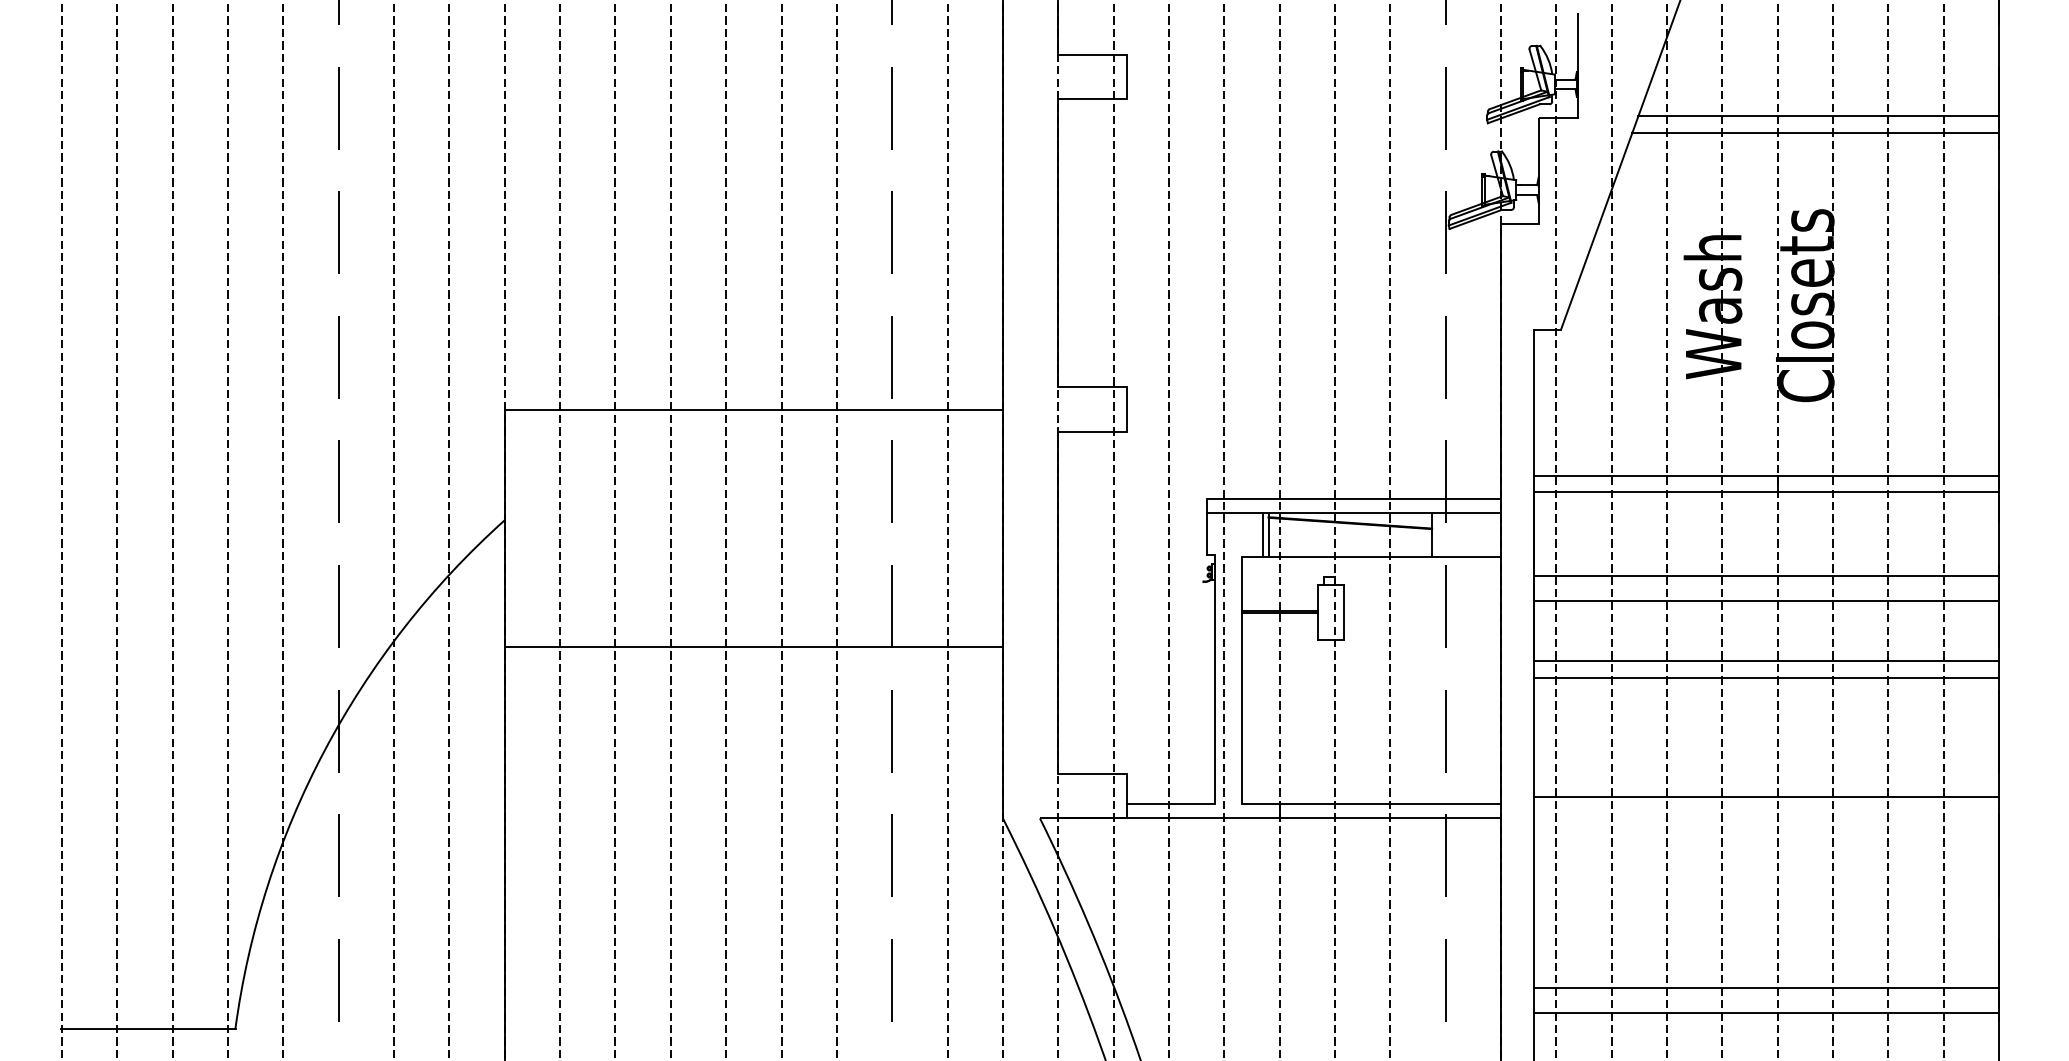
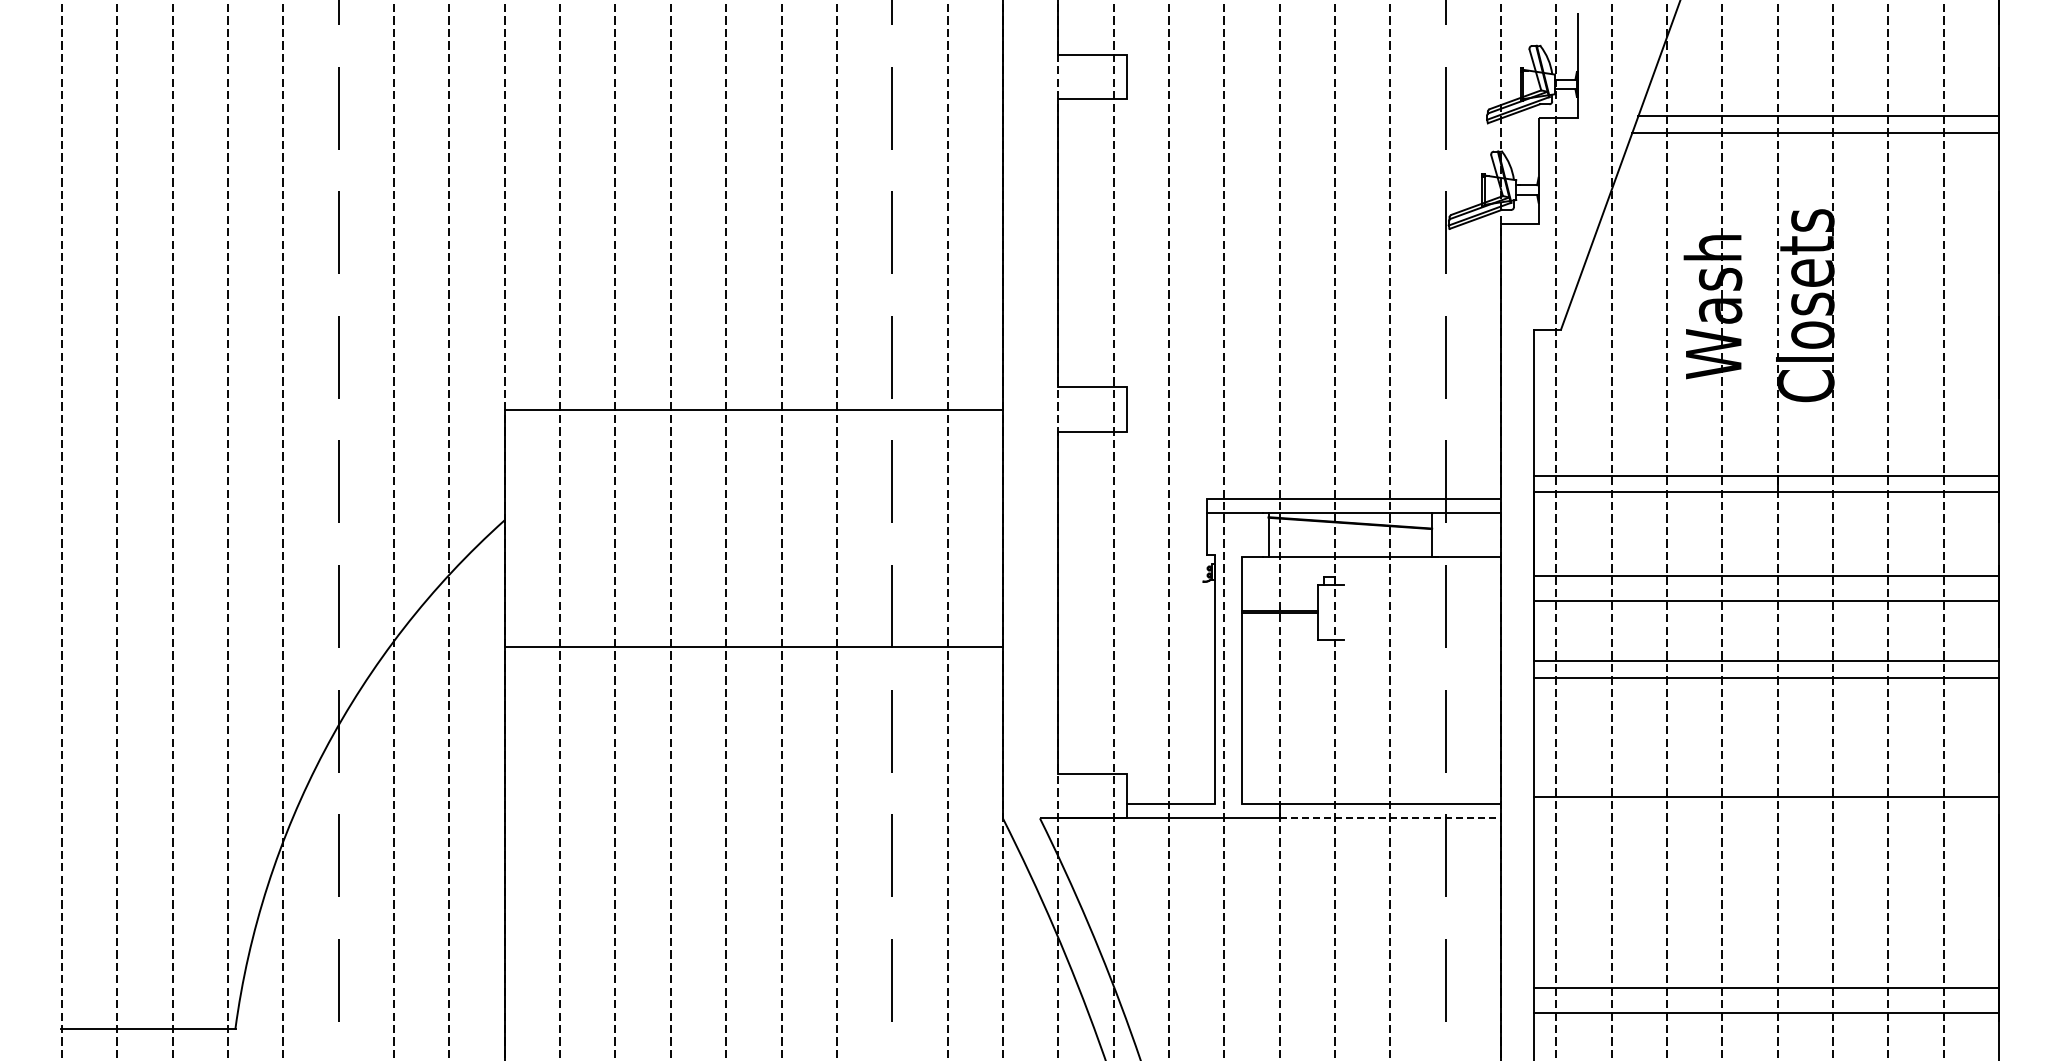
line at (1262, 534): present -> none
line at (1343, 612): present -> none
line at (1390, 818): solid -> dashed
